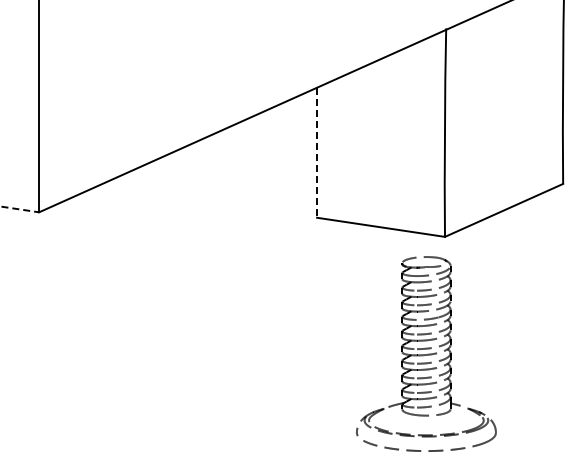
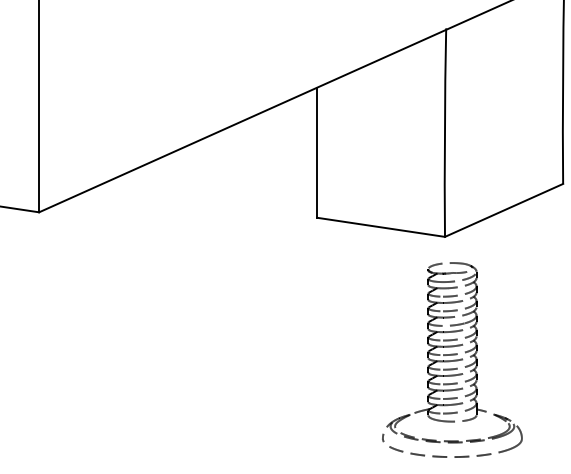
line at (317, 153): dashed -> solid
line at (20, 209): dashed -> solid
part at (426, 353) position: (426, 353) -> (452, 359)
